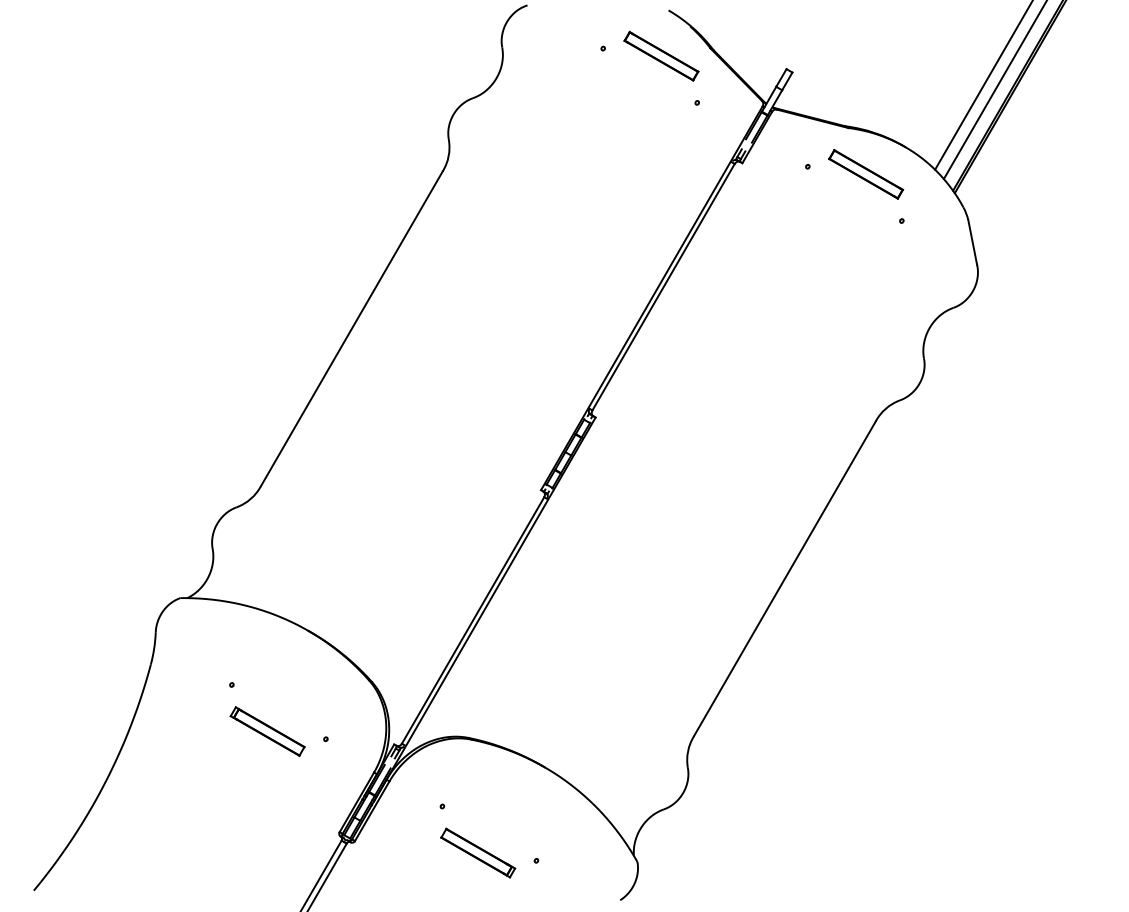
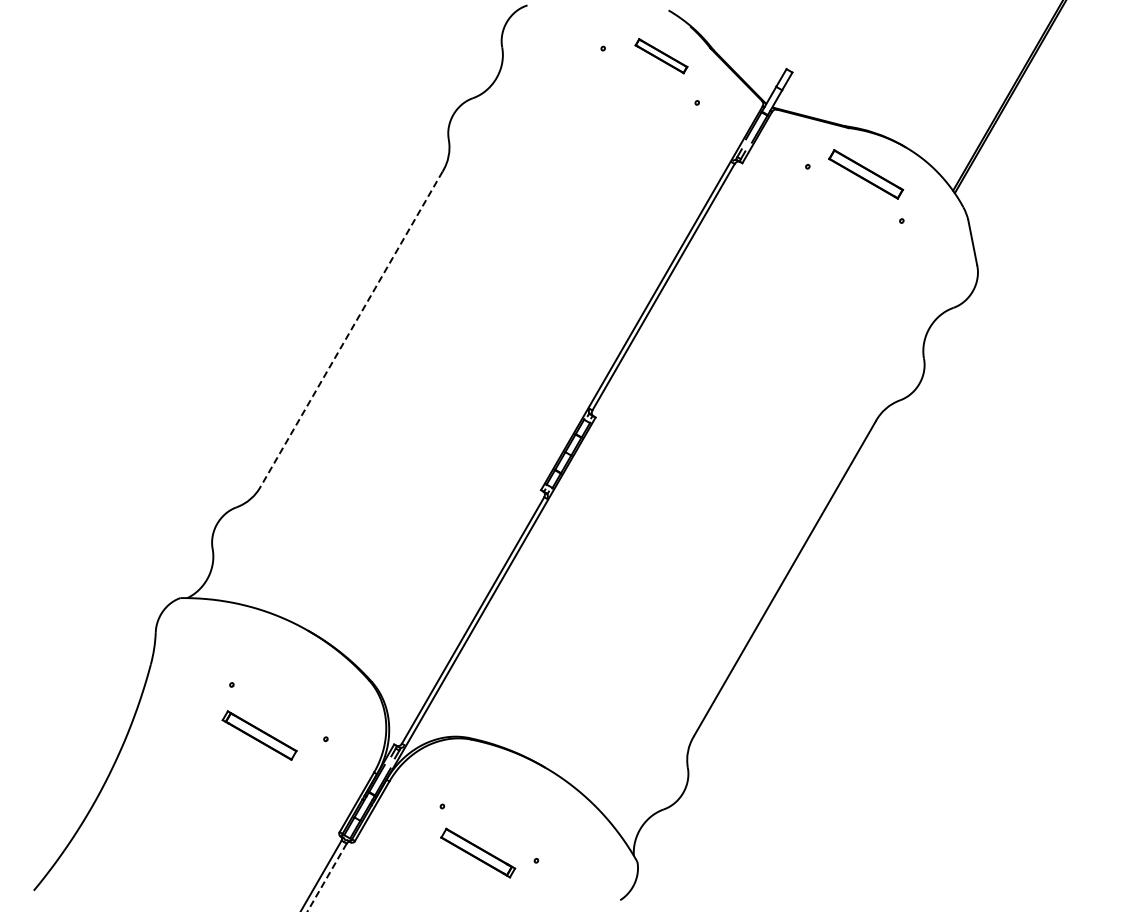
part at (661, 55) size: 77x52 px -> 55x37 px
line at (983, 85): present -> none
line at (994, 90): present -> none
line at (351, 328): solid -> dashed
part at (267, 731) position: (267, 731) -> (259, 735)
line at (326, 878): solid -> dashed
